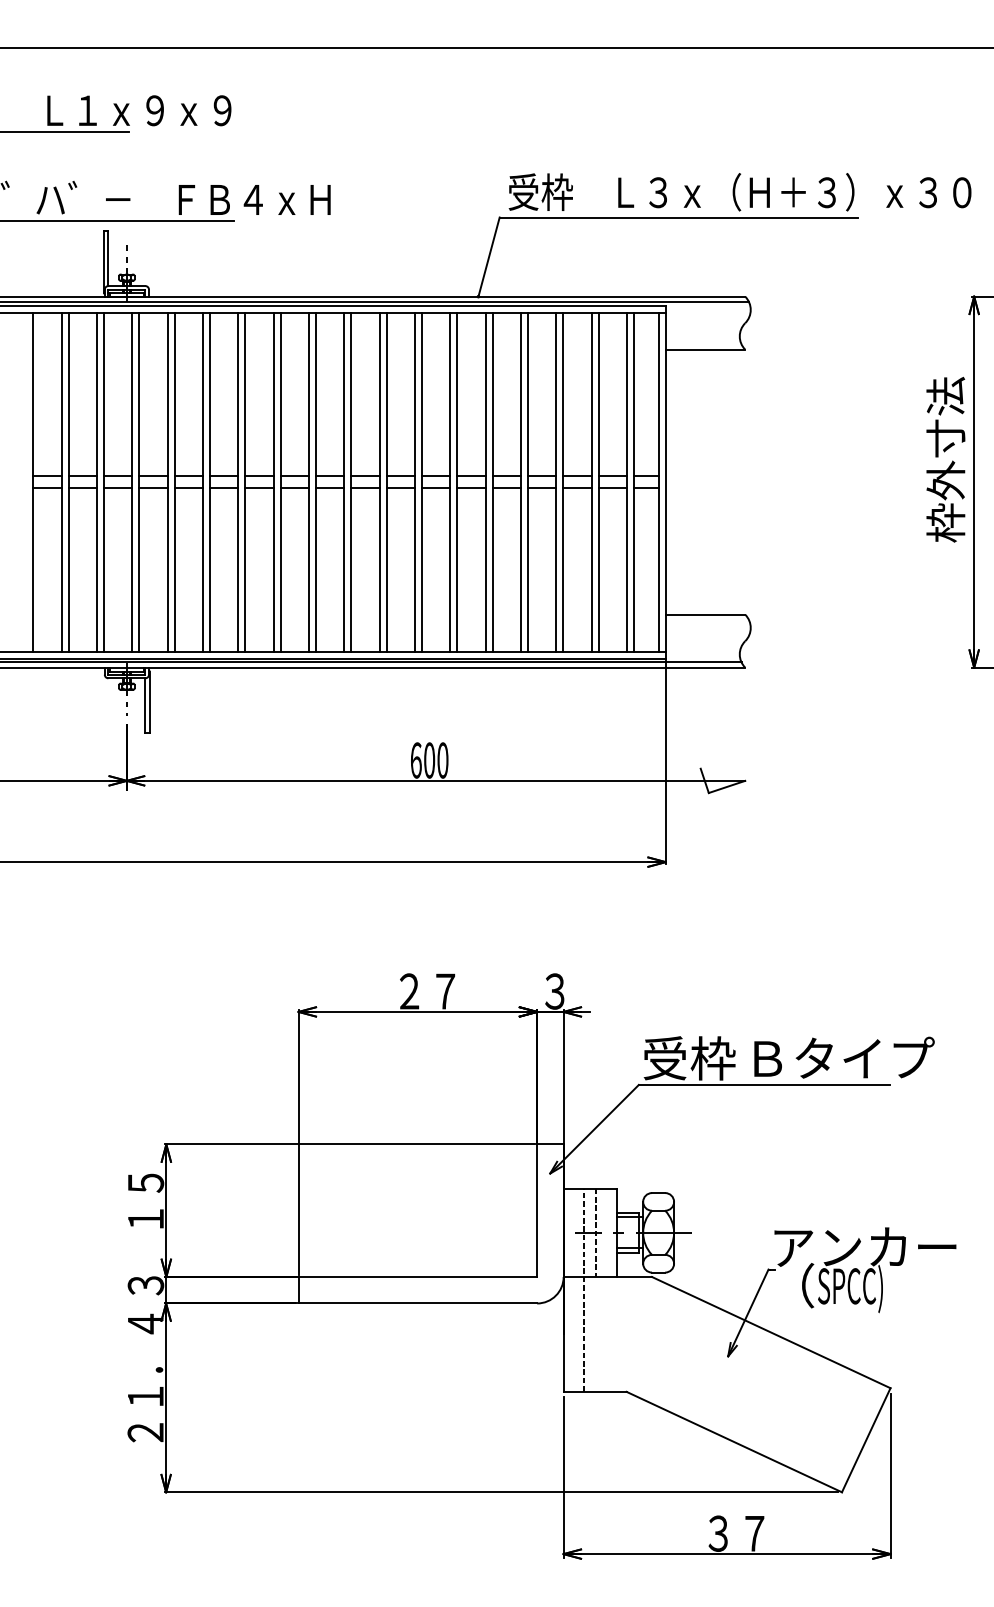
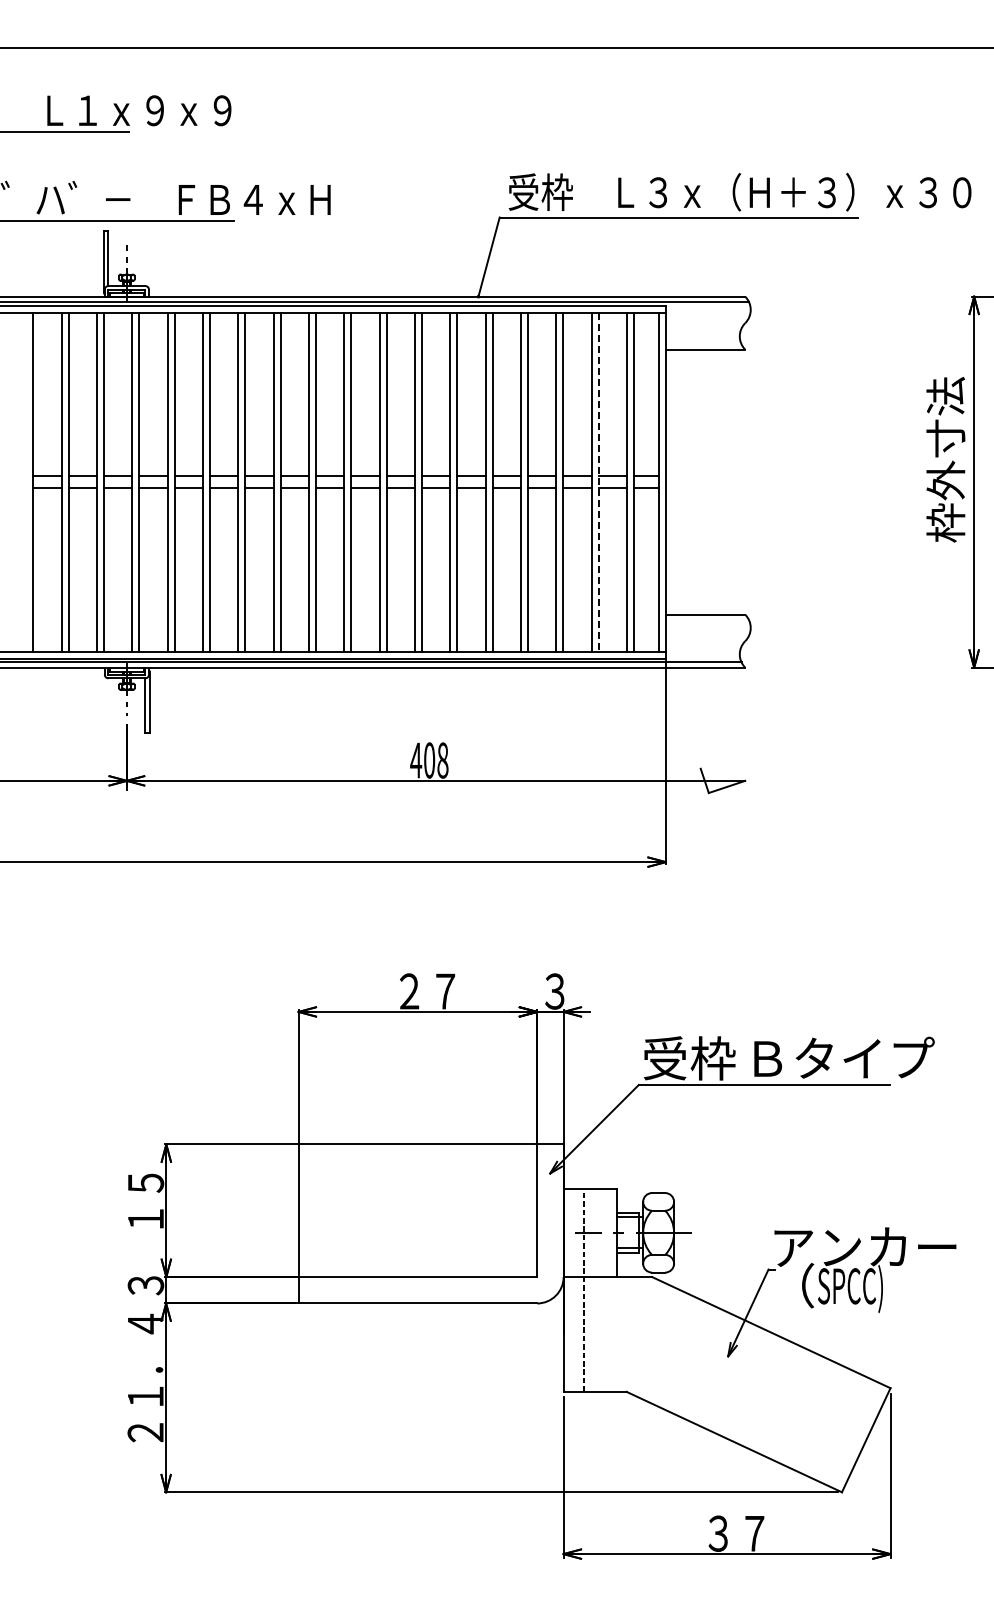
line at (598, 482): solid -> dashed
text at (429, 760): 600 -> 408
line at (596, 1232): present -> none
